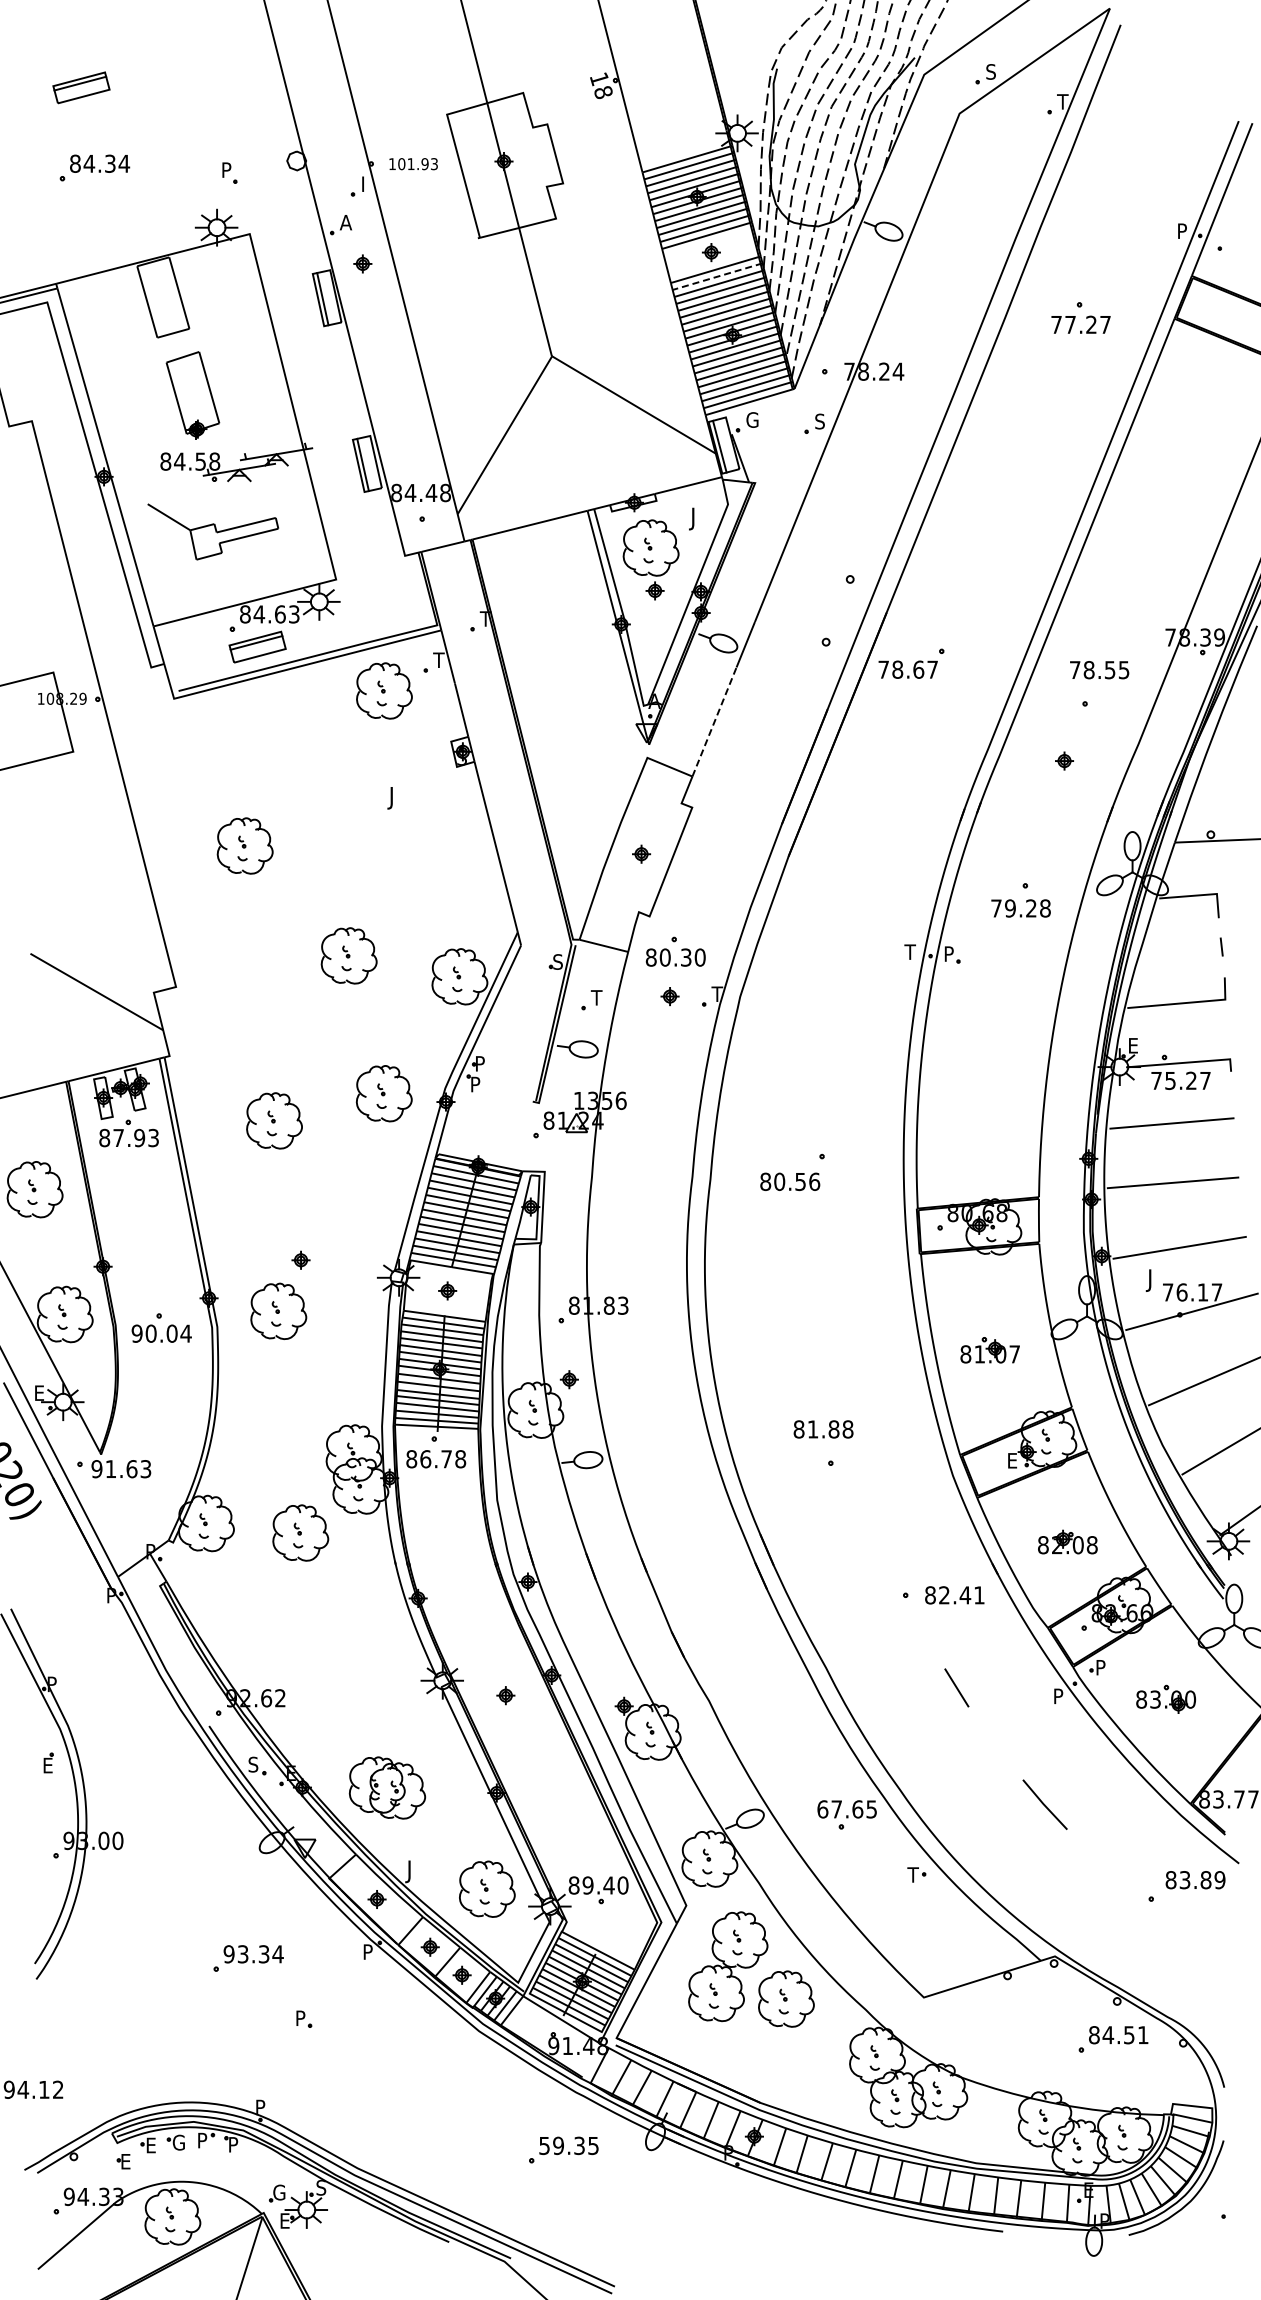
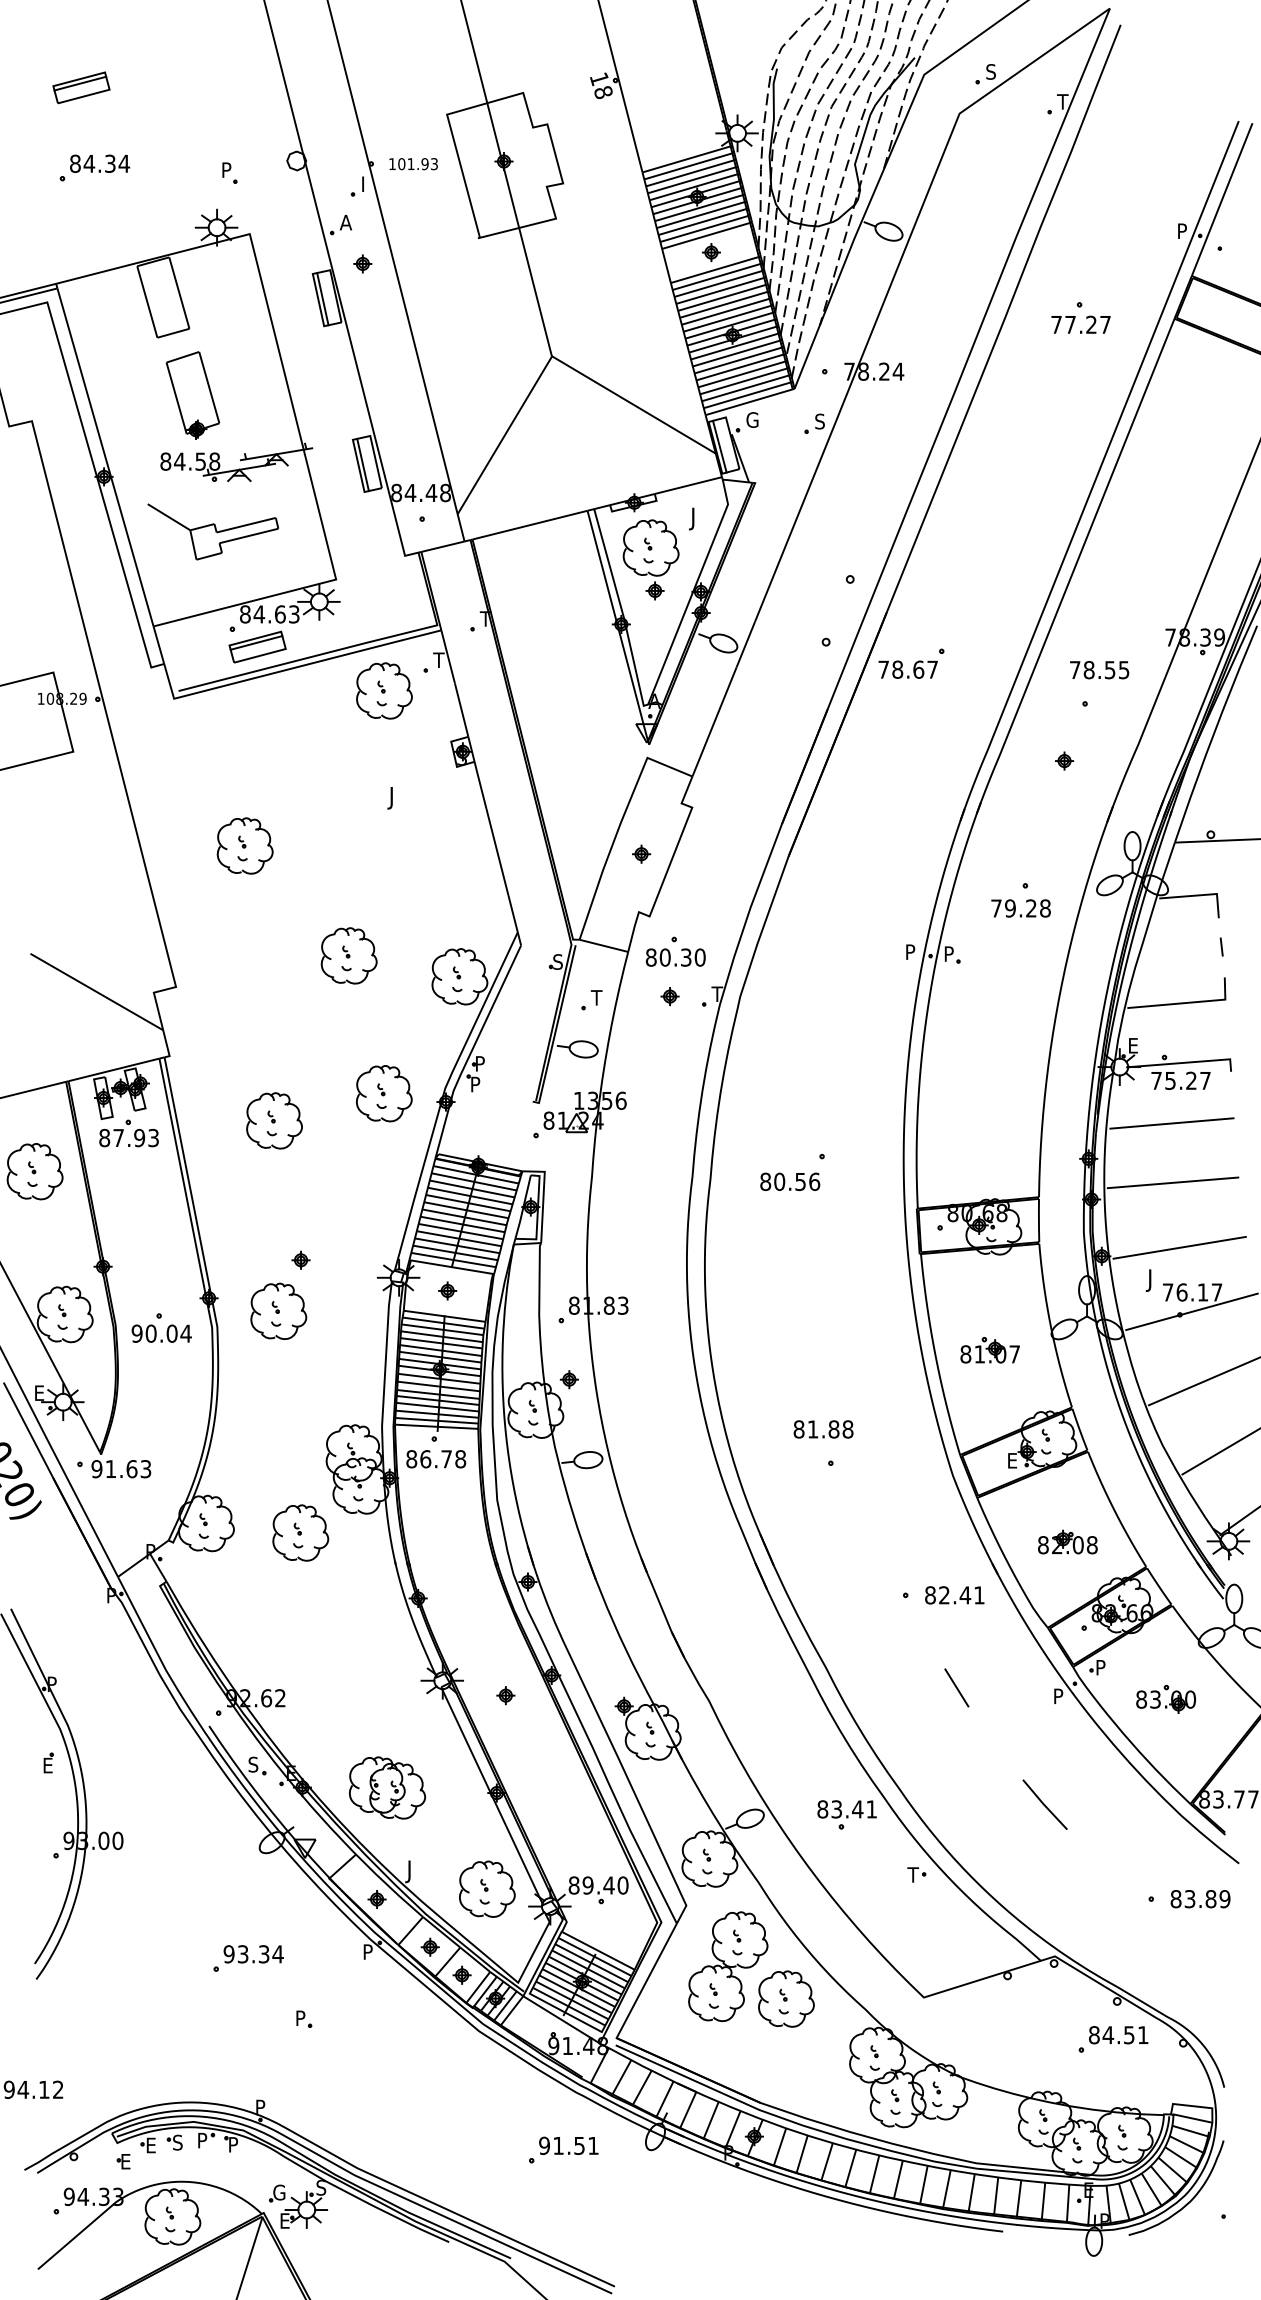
line at (717, 276): dashed -> solid
line at (714, 722): dashed -> solid
text at (909, 951): T -> P
part at (34, 1189) position: (34, 1189) -> (34, 1171)
text at (846, 1809): 67.65 -> 83.41
text at (1195, 1880) position: (1195, 1880) -> (1200, 1899)
text at (178, 2142): G -> S
text at (568, 2145): 59.35 -> 91.51
